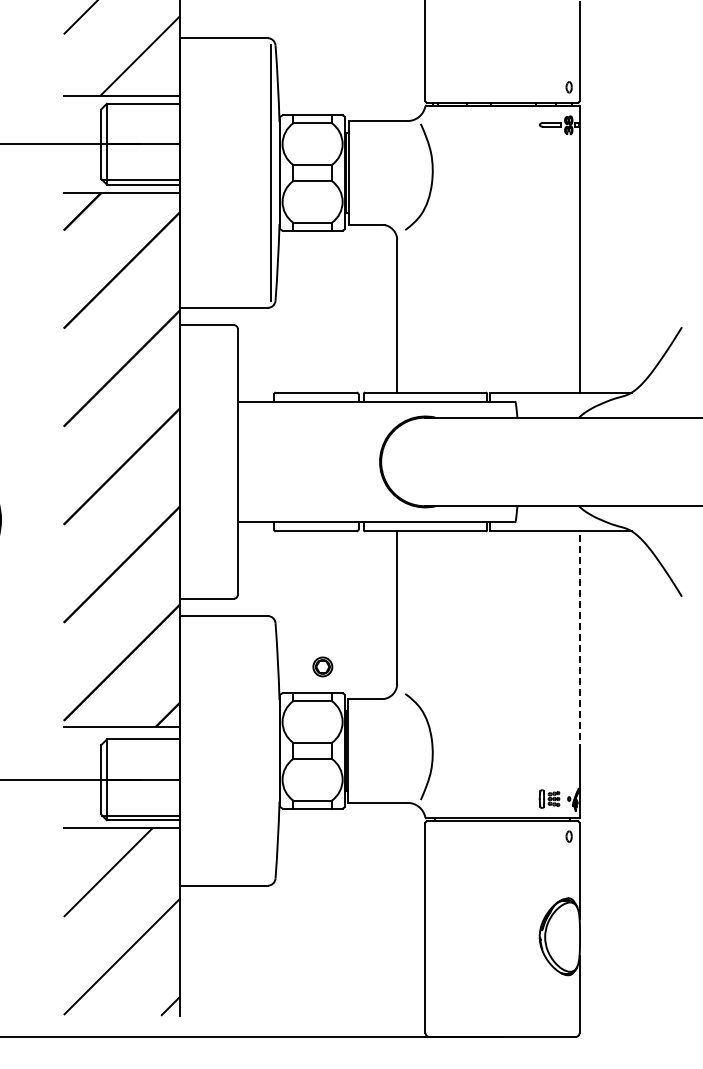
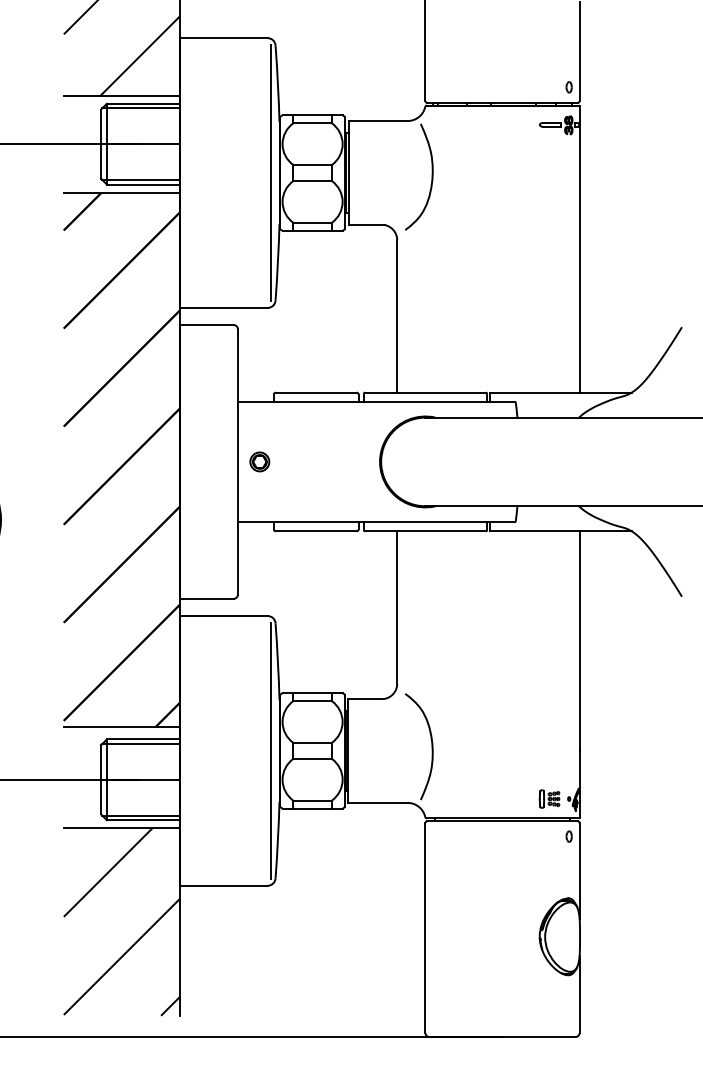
line at (141, 108): none -> present
line at (579, 641): dashed -> solid
part at (322, 666) position: (322, 666) -> (259, 461)
line at (141, 744): none -> present
line at (271, 750): none -> present
